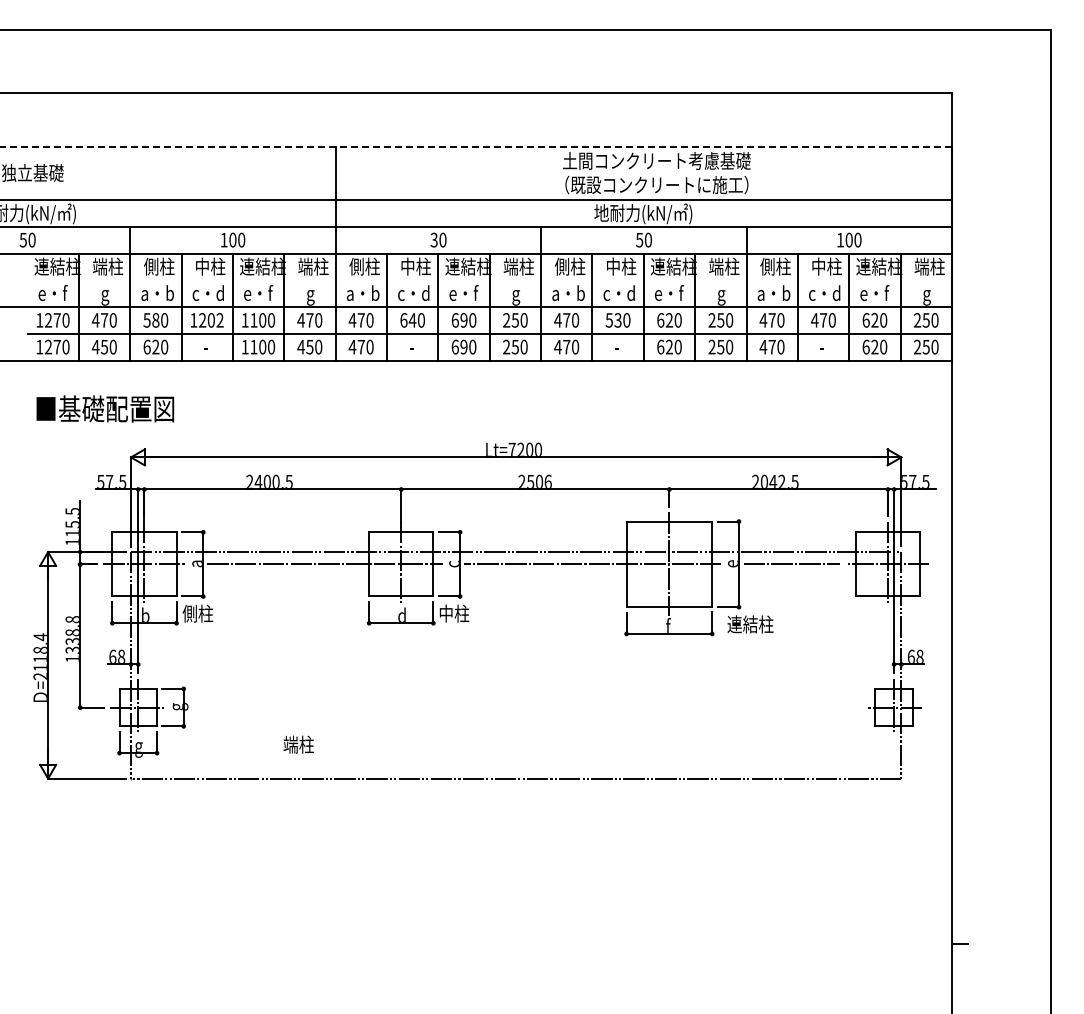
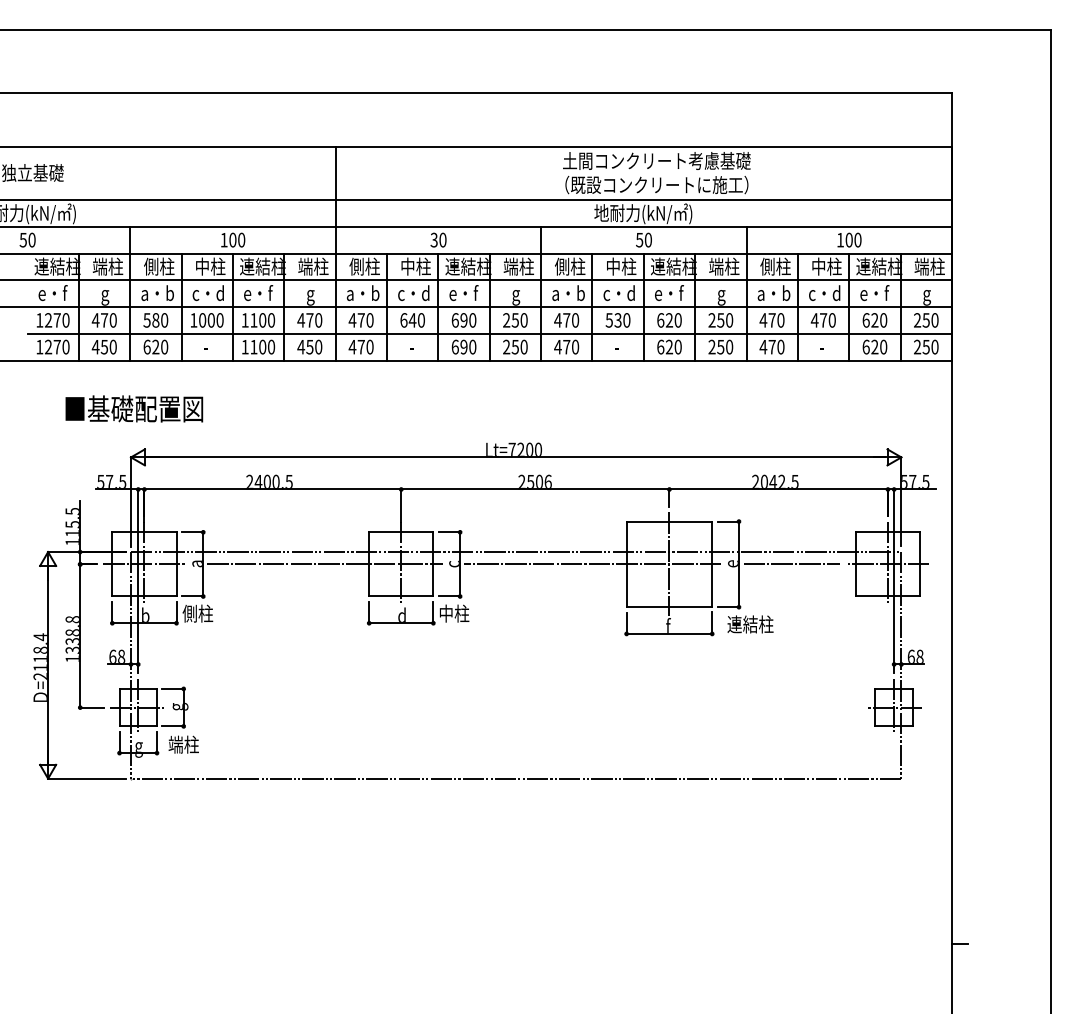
line at (476, 146): dashed -> solid
line at (476, 280): none -> present
text at (211, 320): 1202 -> 1000
text at (105, 408) position: (105, 408) -> (134, 408)
text at (298, 744) position: (298, 744) -> (183, 744)
